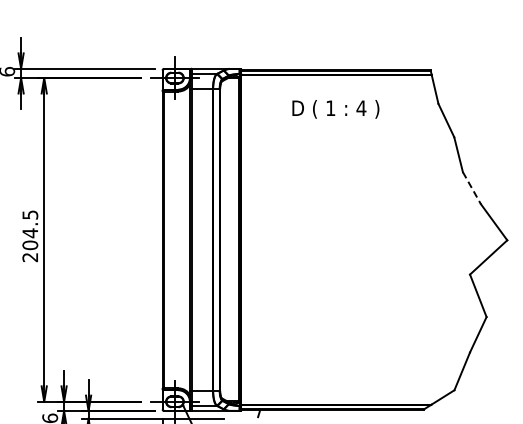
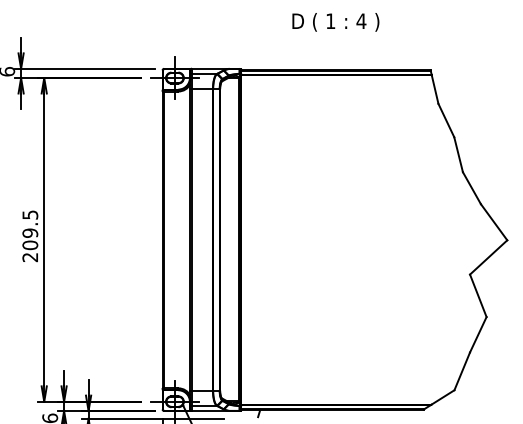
text at (335, 109) position: (335, 109) -> (335, 22)
line at (472, 188): dashed -> solid
text at (30, 233): 204.5 -> 209.5
